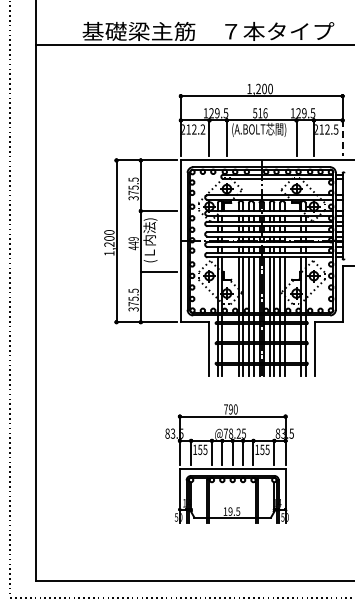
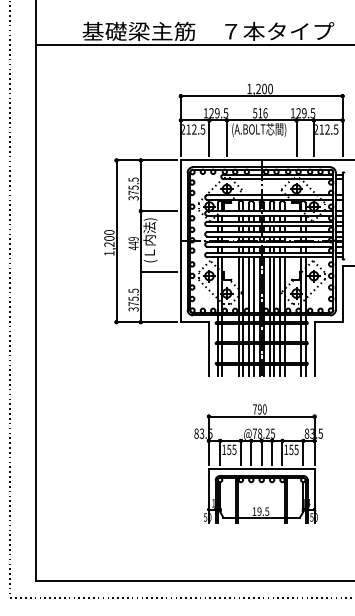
text at (202, 129): 212.2 -> 212.5
line at (342, 138): dashed -> solid
part at (229, 463) position: (229, 463) -> (258, 463)
